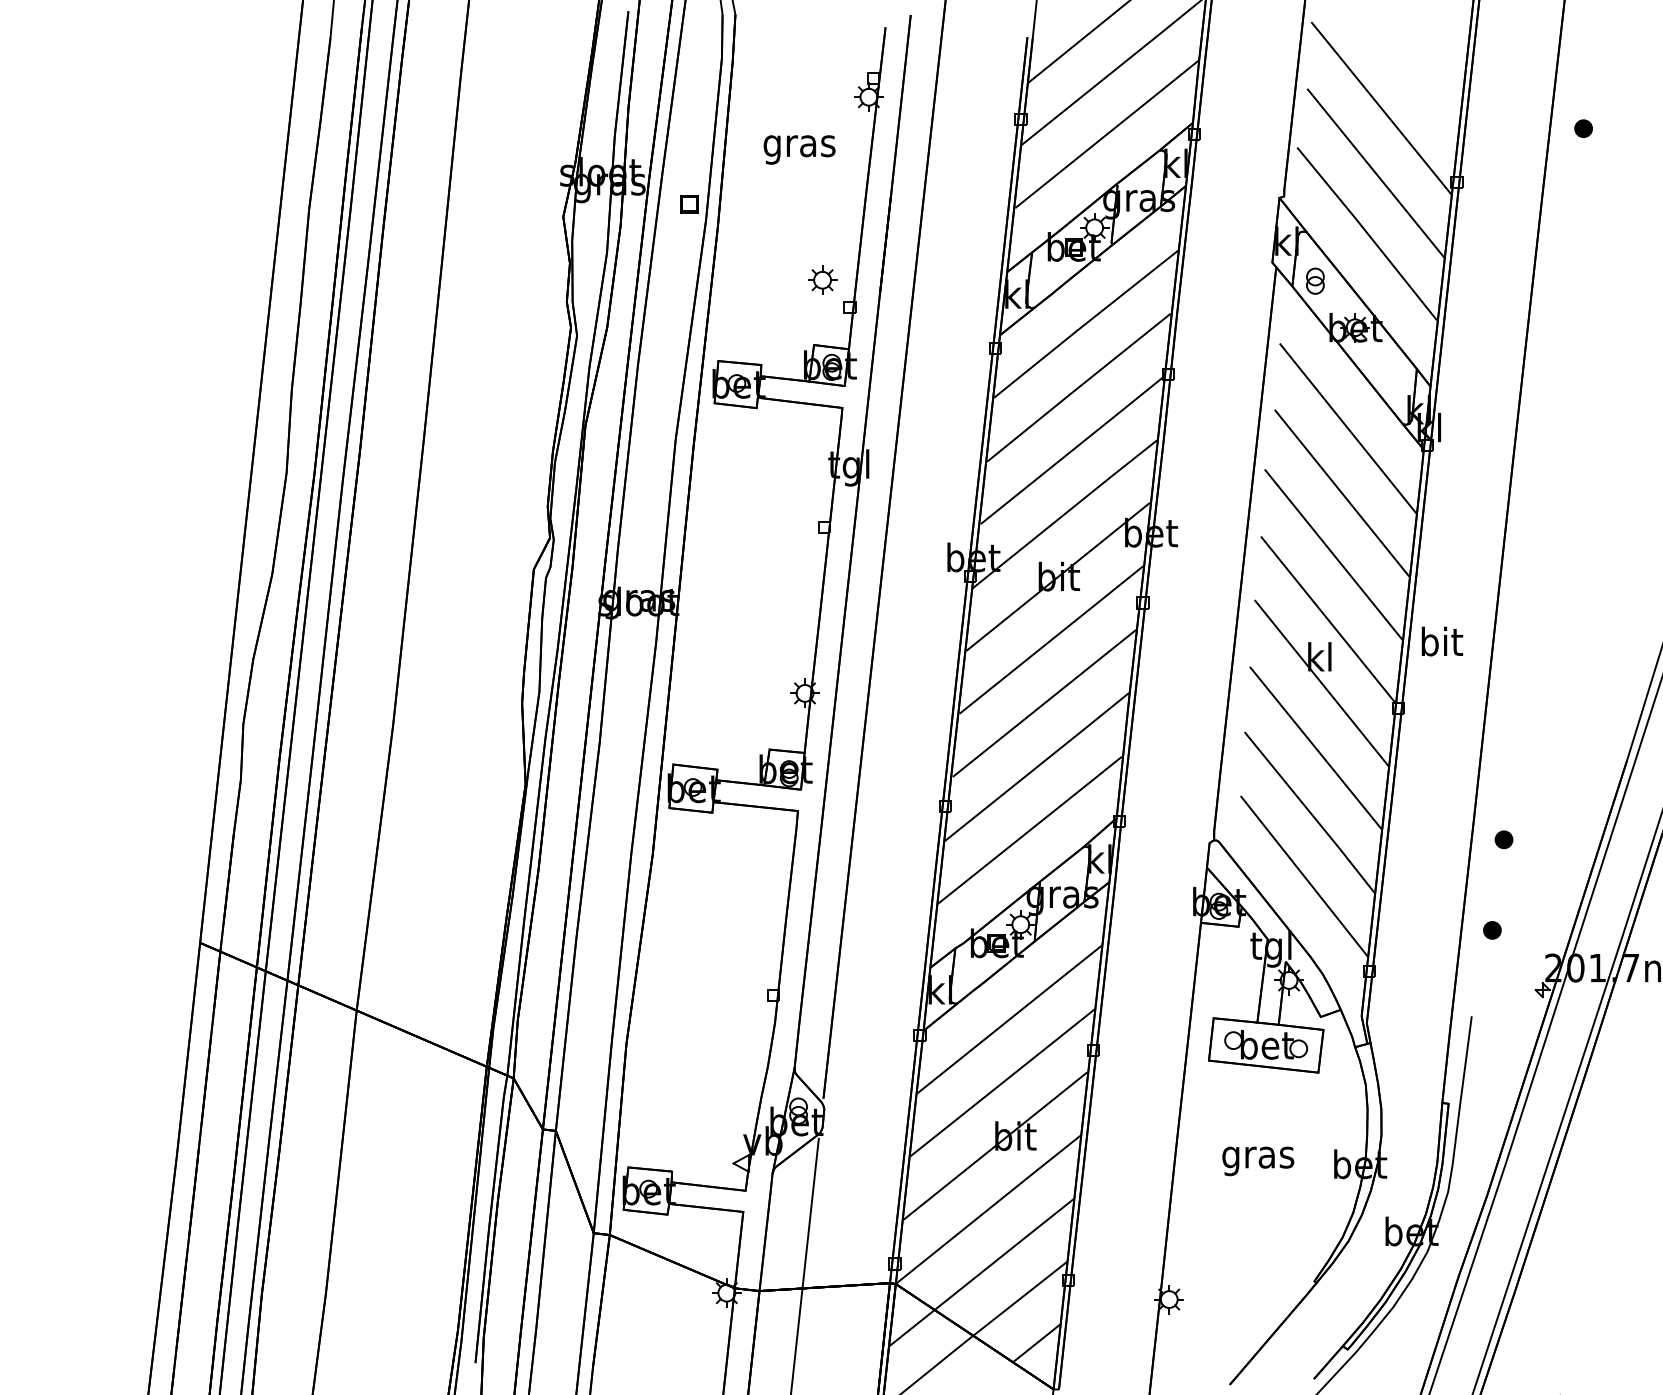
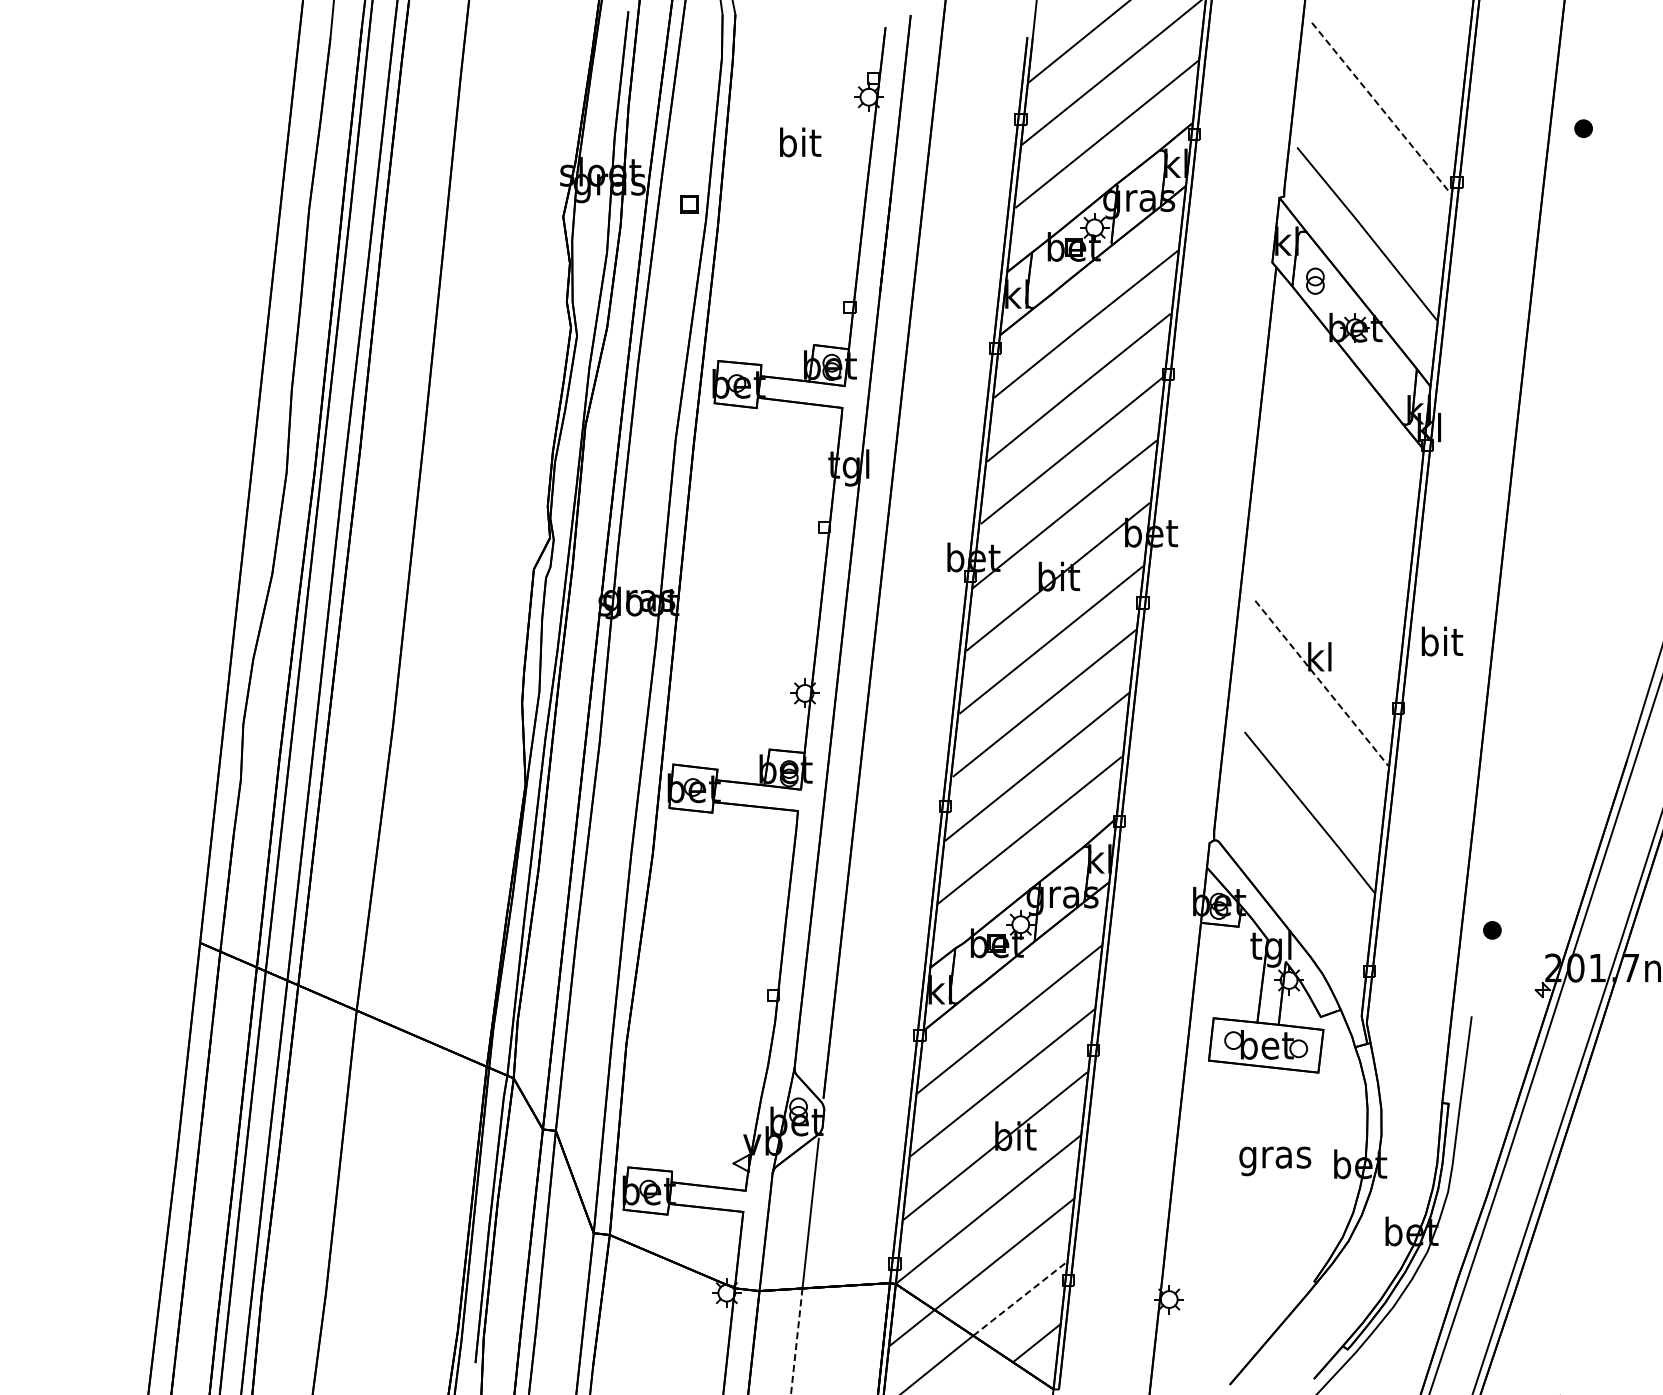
line at (1381, 108): solid -> dashed
text at (799, 145): gras -> bit
line at (1375, 173): present -> none
part at (822, 279): present -> none
line at (1347, 428): present -> none
line at (1342, 493): present -> none
line at (1333, 554): present -> none
line at (1328, 619): present -> none
line at (1322, 683): solid -> dashed
line at (1315, 748): present -> none
part at (1503, 839): present -> none
line at (1304, 876): present -> none
text at (1258, 1161) position: (1258, 1161) -> (1275, 1161)
line at (1020, 1298): solid -> dashed
line at (796, 1342): solid -> dashed
